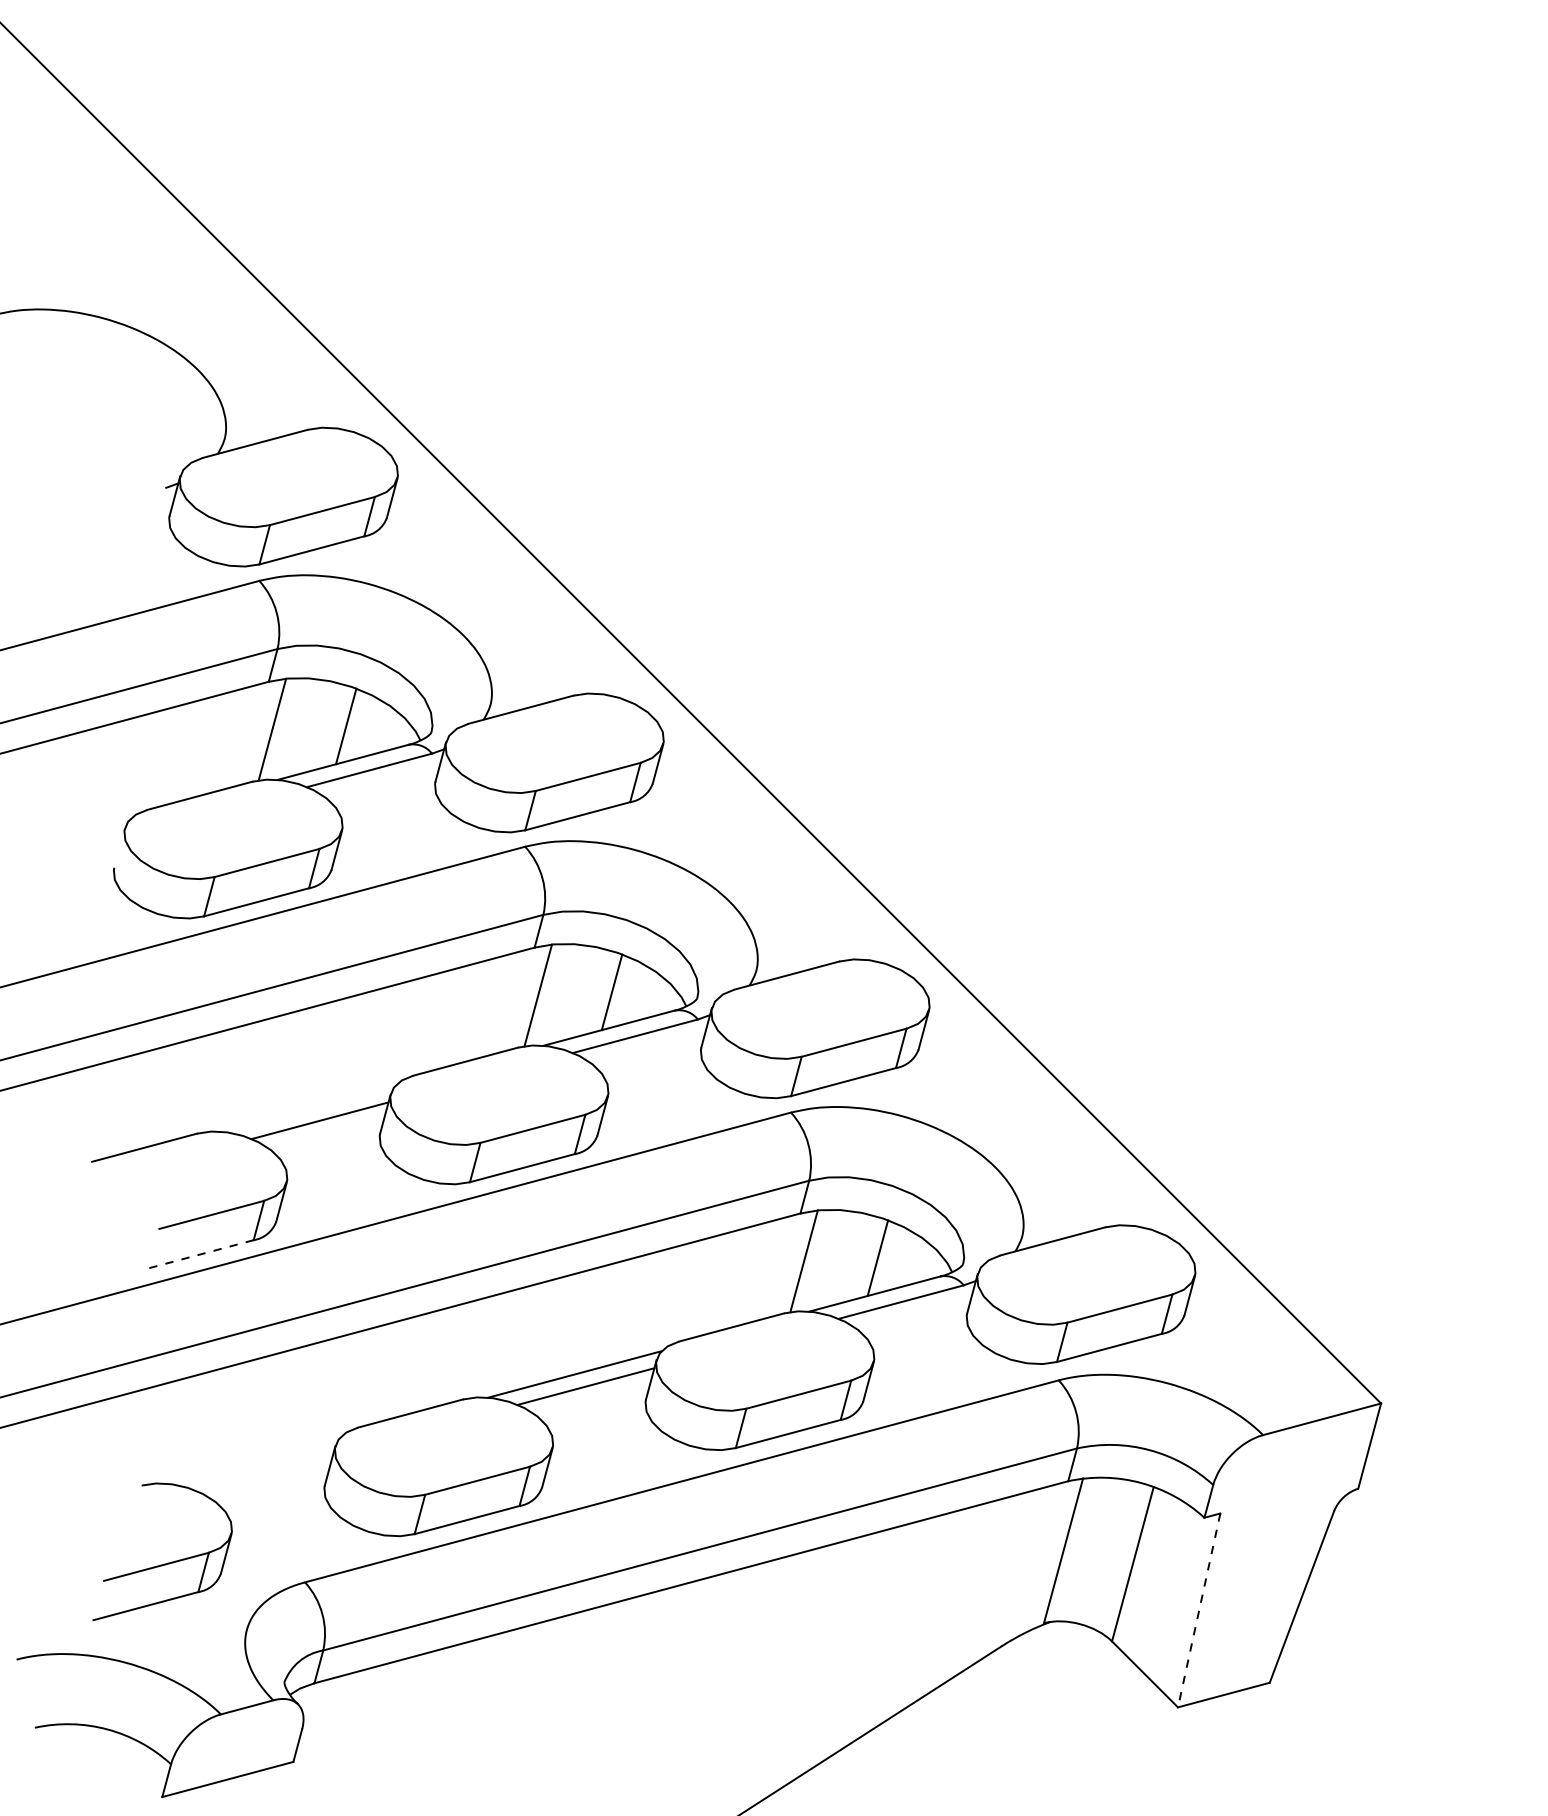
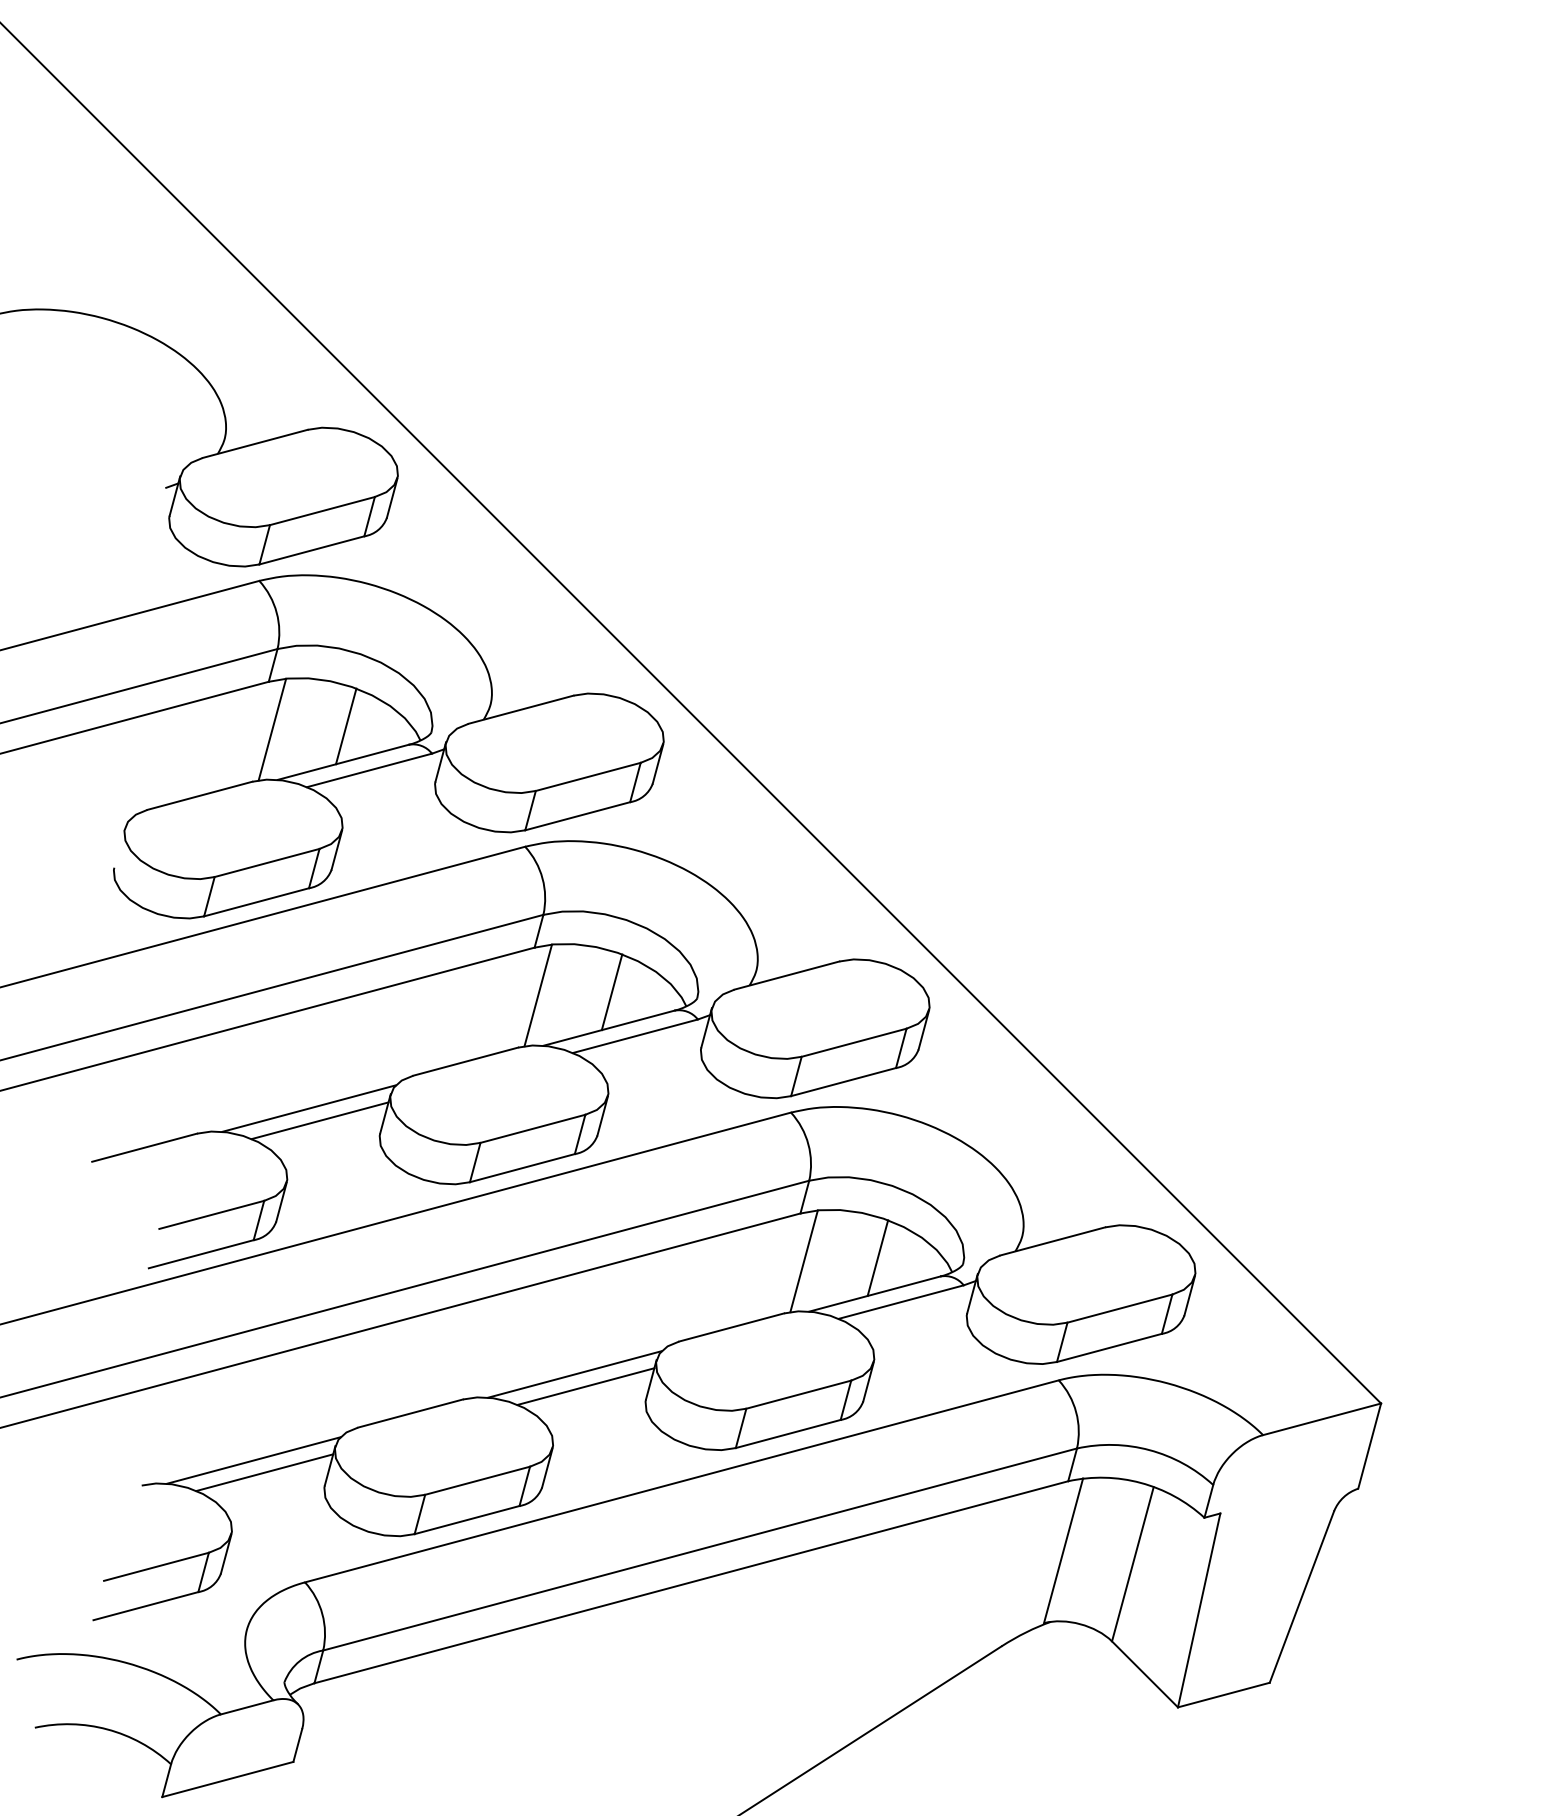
line at (308, 1108): none -> present
line at (200, 1254): dashed -> solid
line at (253, 1460): none -> present
line at (264, 1472): none -> present
line at (1199, 1610): dashed -> solid
